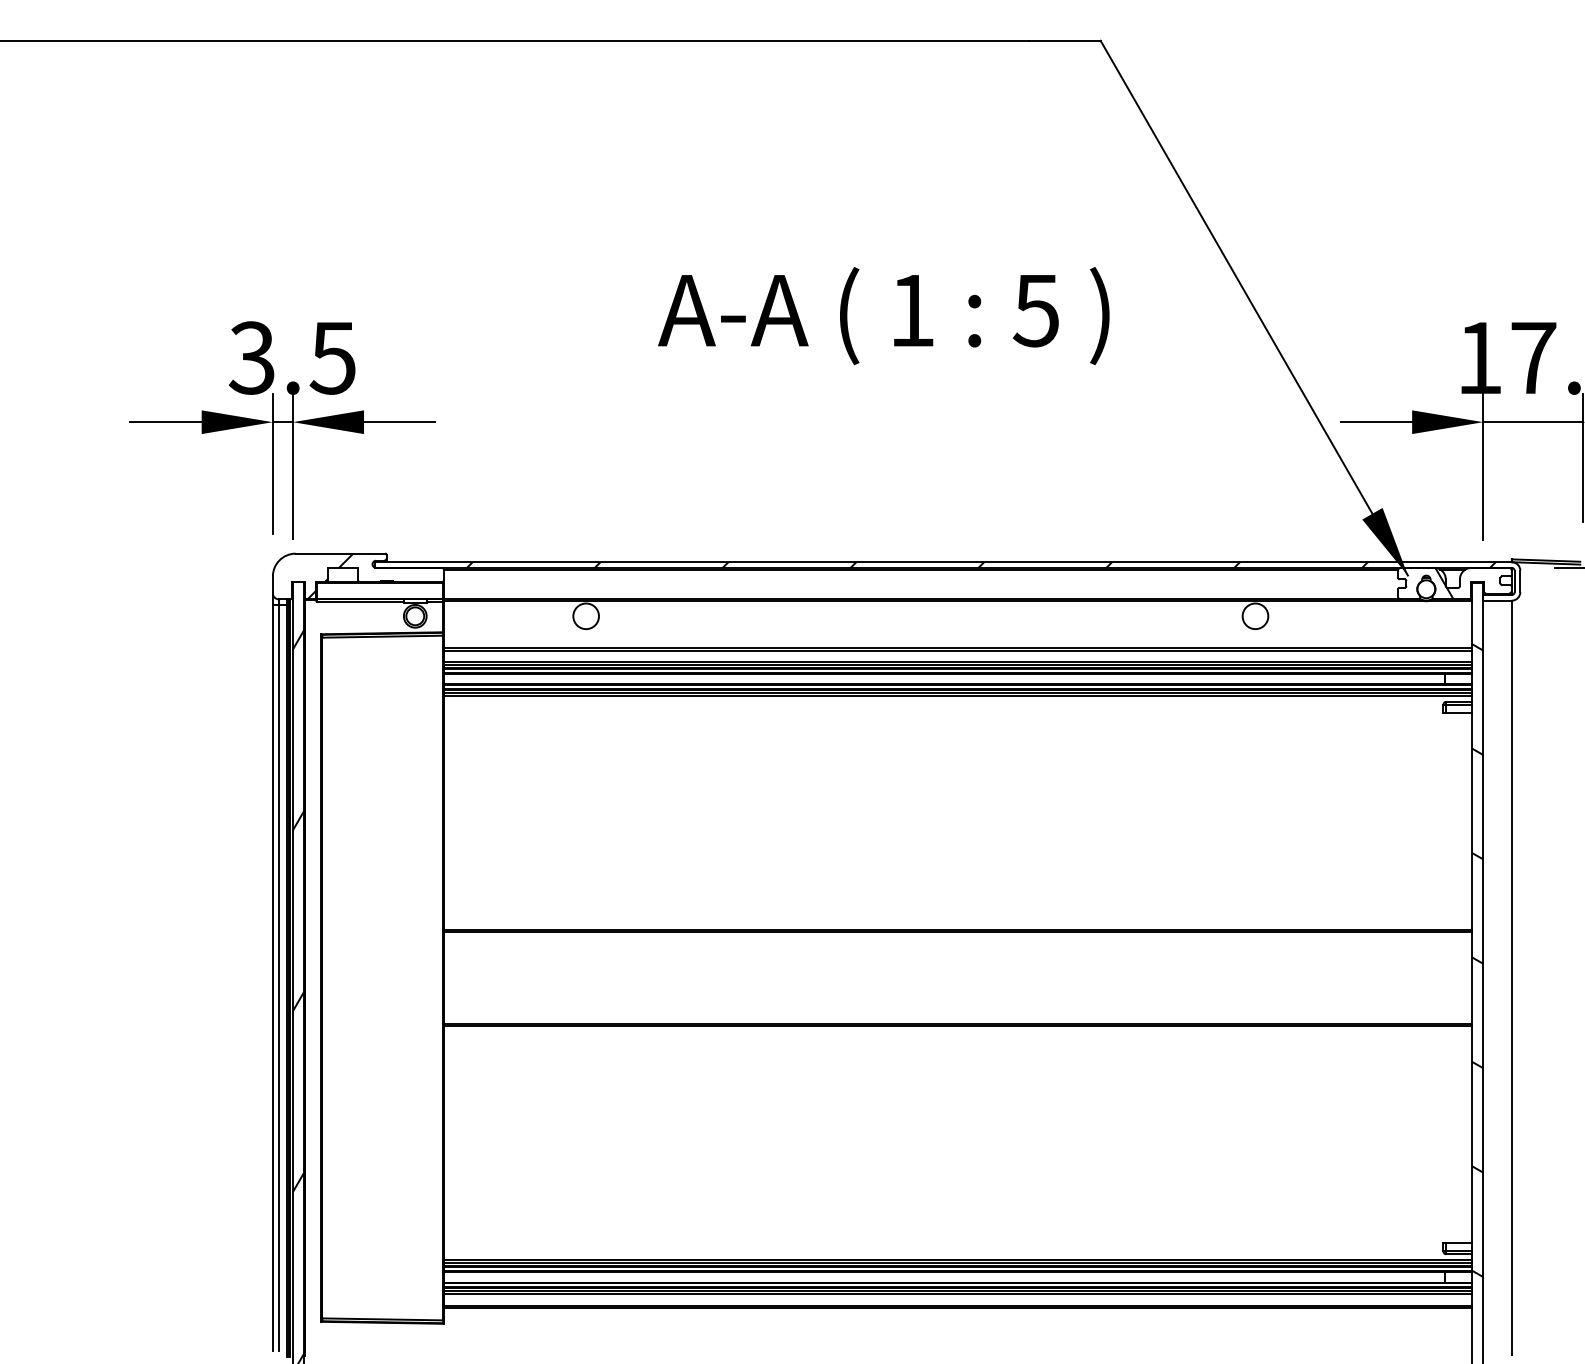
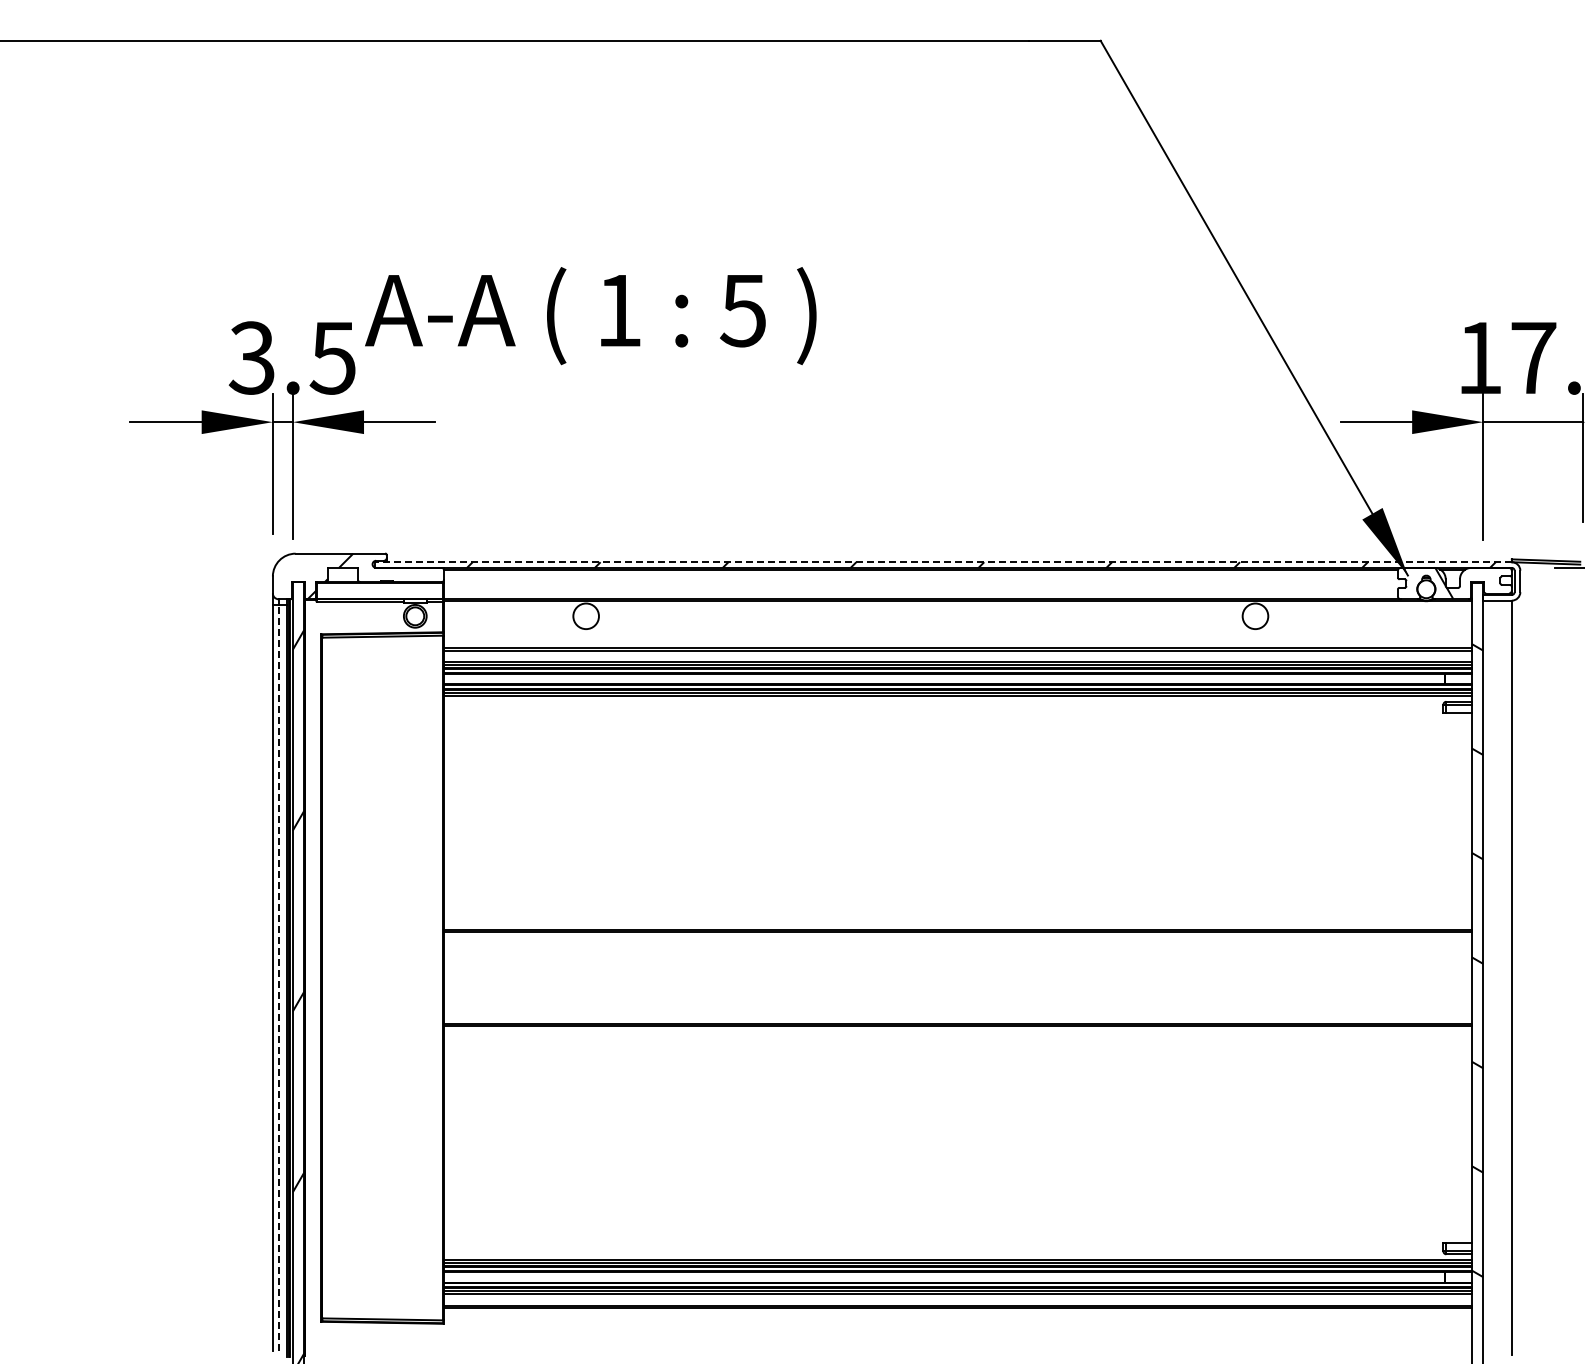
text at (883, 316) position: (883, 316) -> (590, 316)
line at (943, 562): solid -> dashed
line at (278, 977): solid -> dashed
